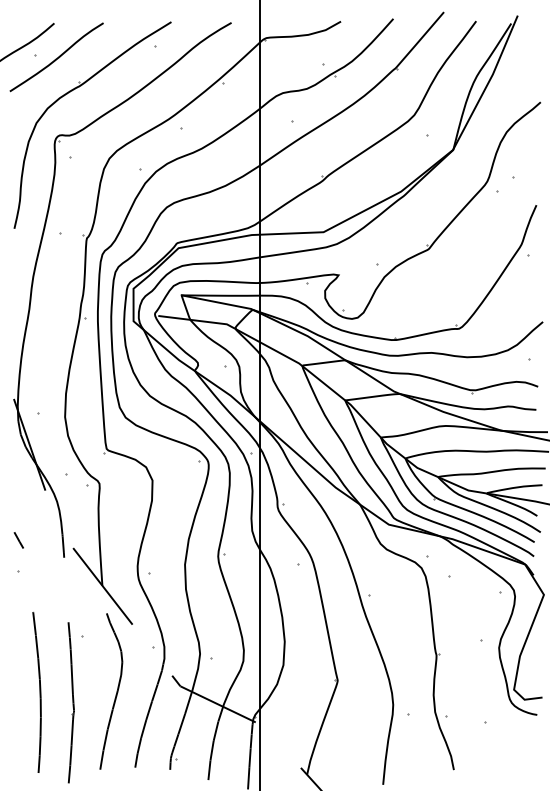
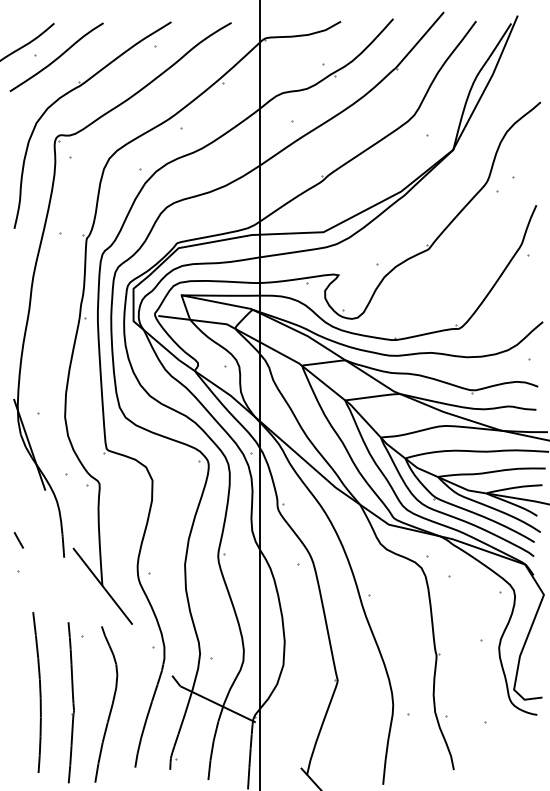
curve at (116, 691) position: (116, 691) -> (111, 704)
